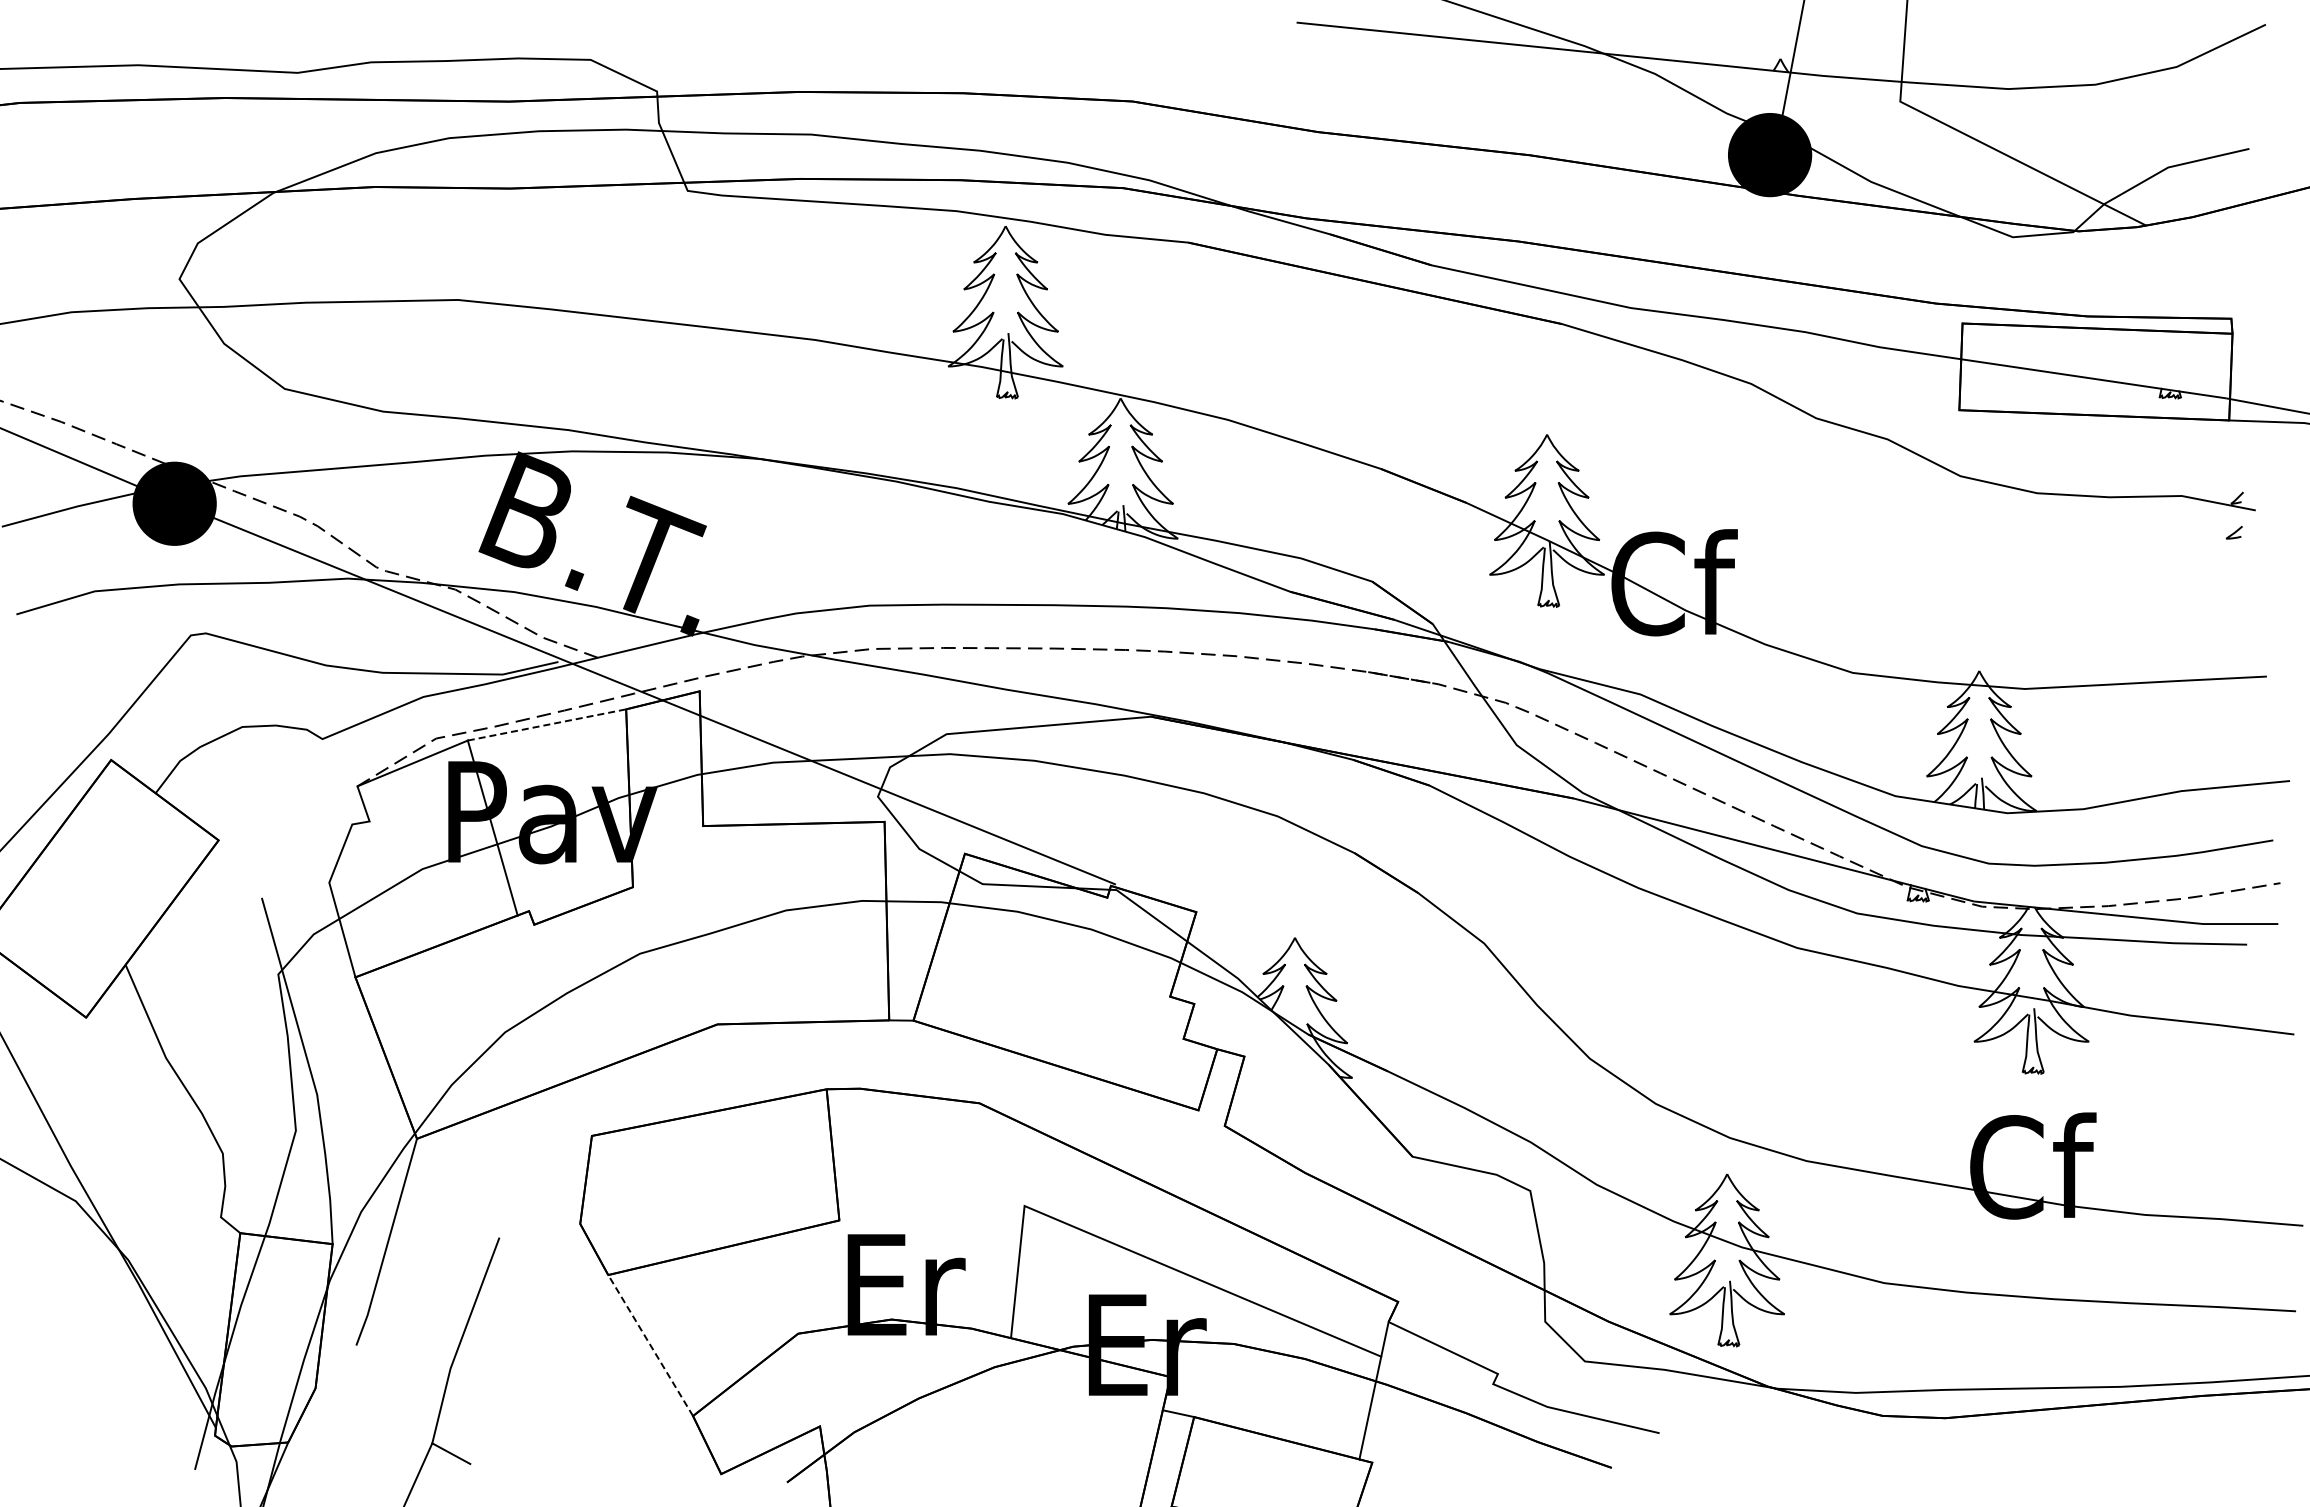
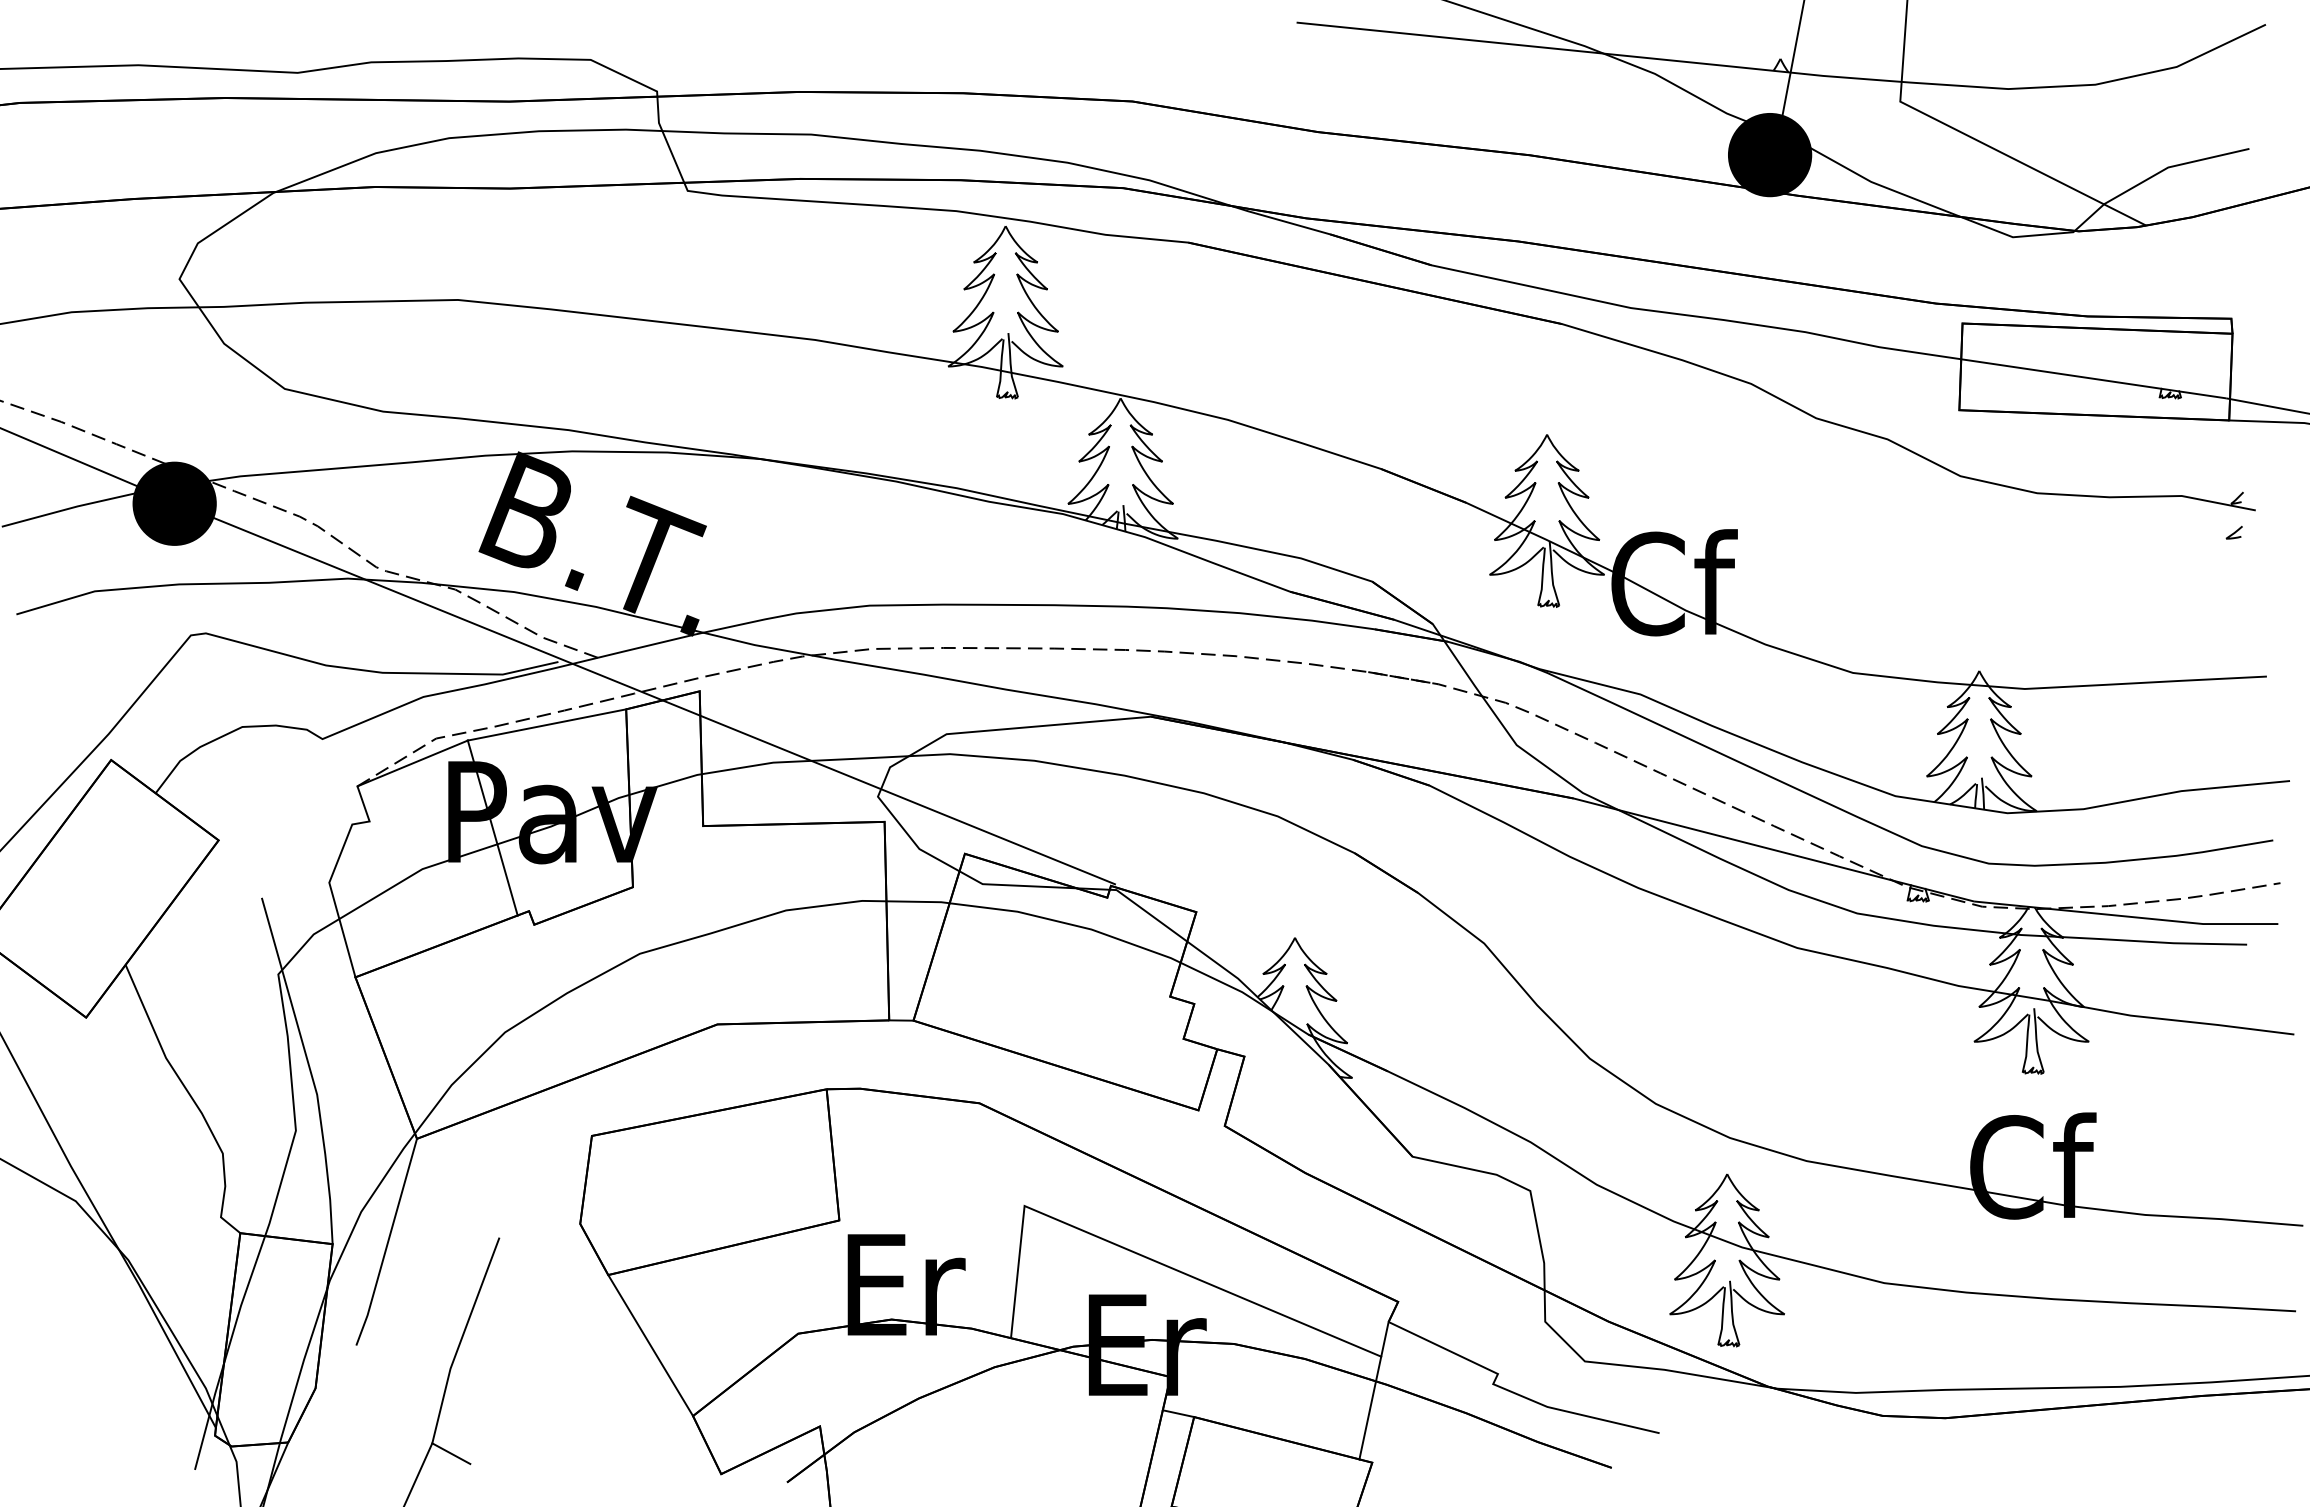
line at (547, 724): dashed -> solid
line at (650, 1345): dashed -> solid
